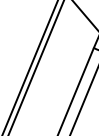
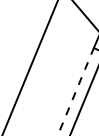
line at (36, 67): present -> none
line at (76, 91): solid -> dashed
